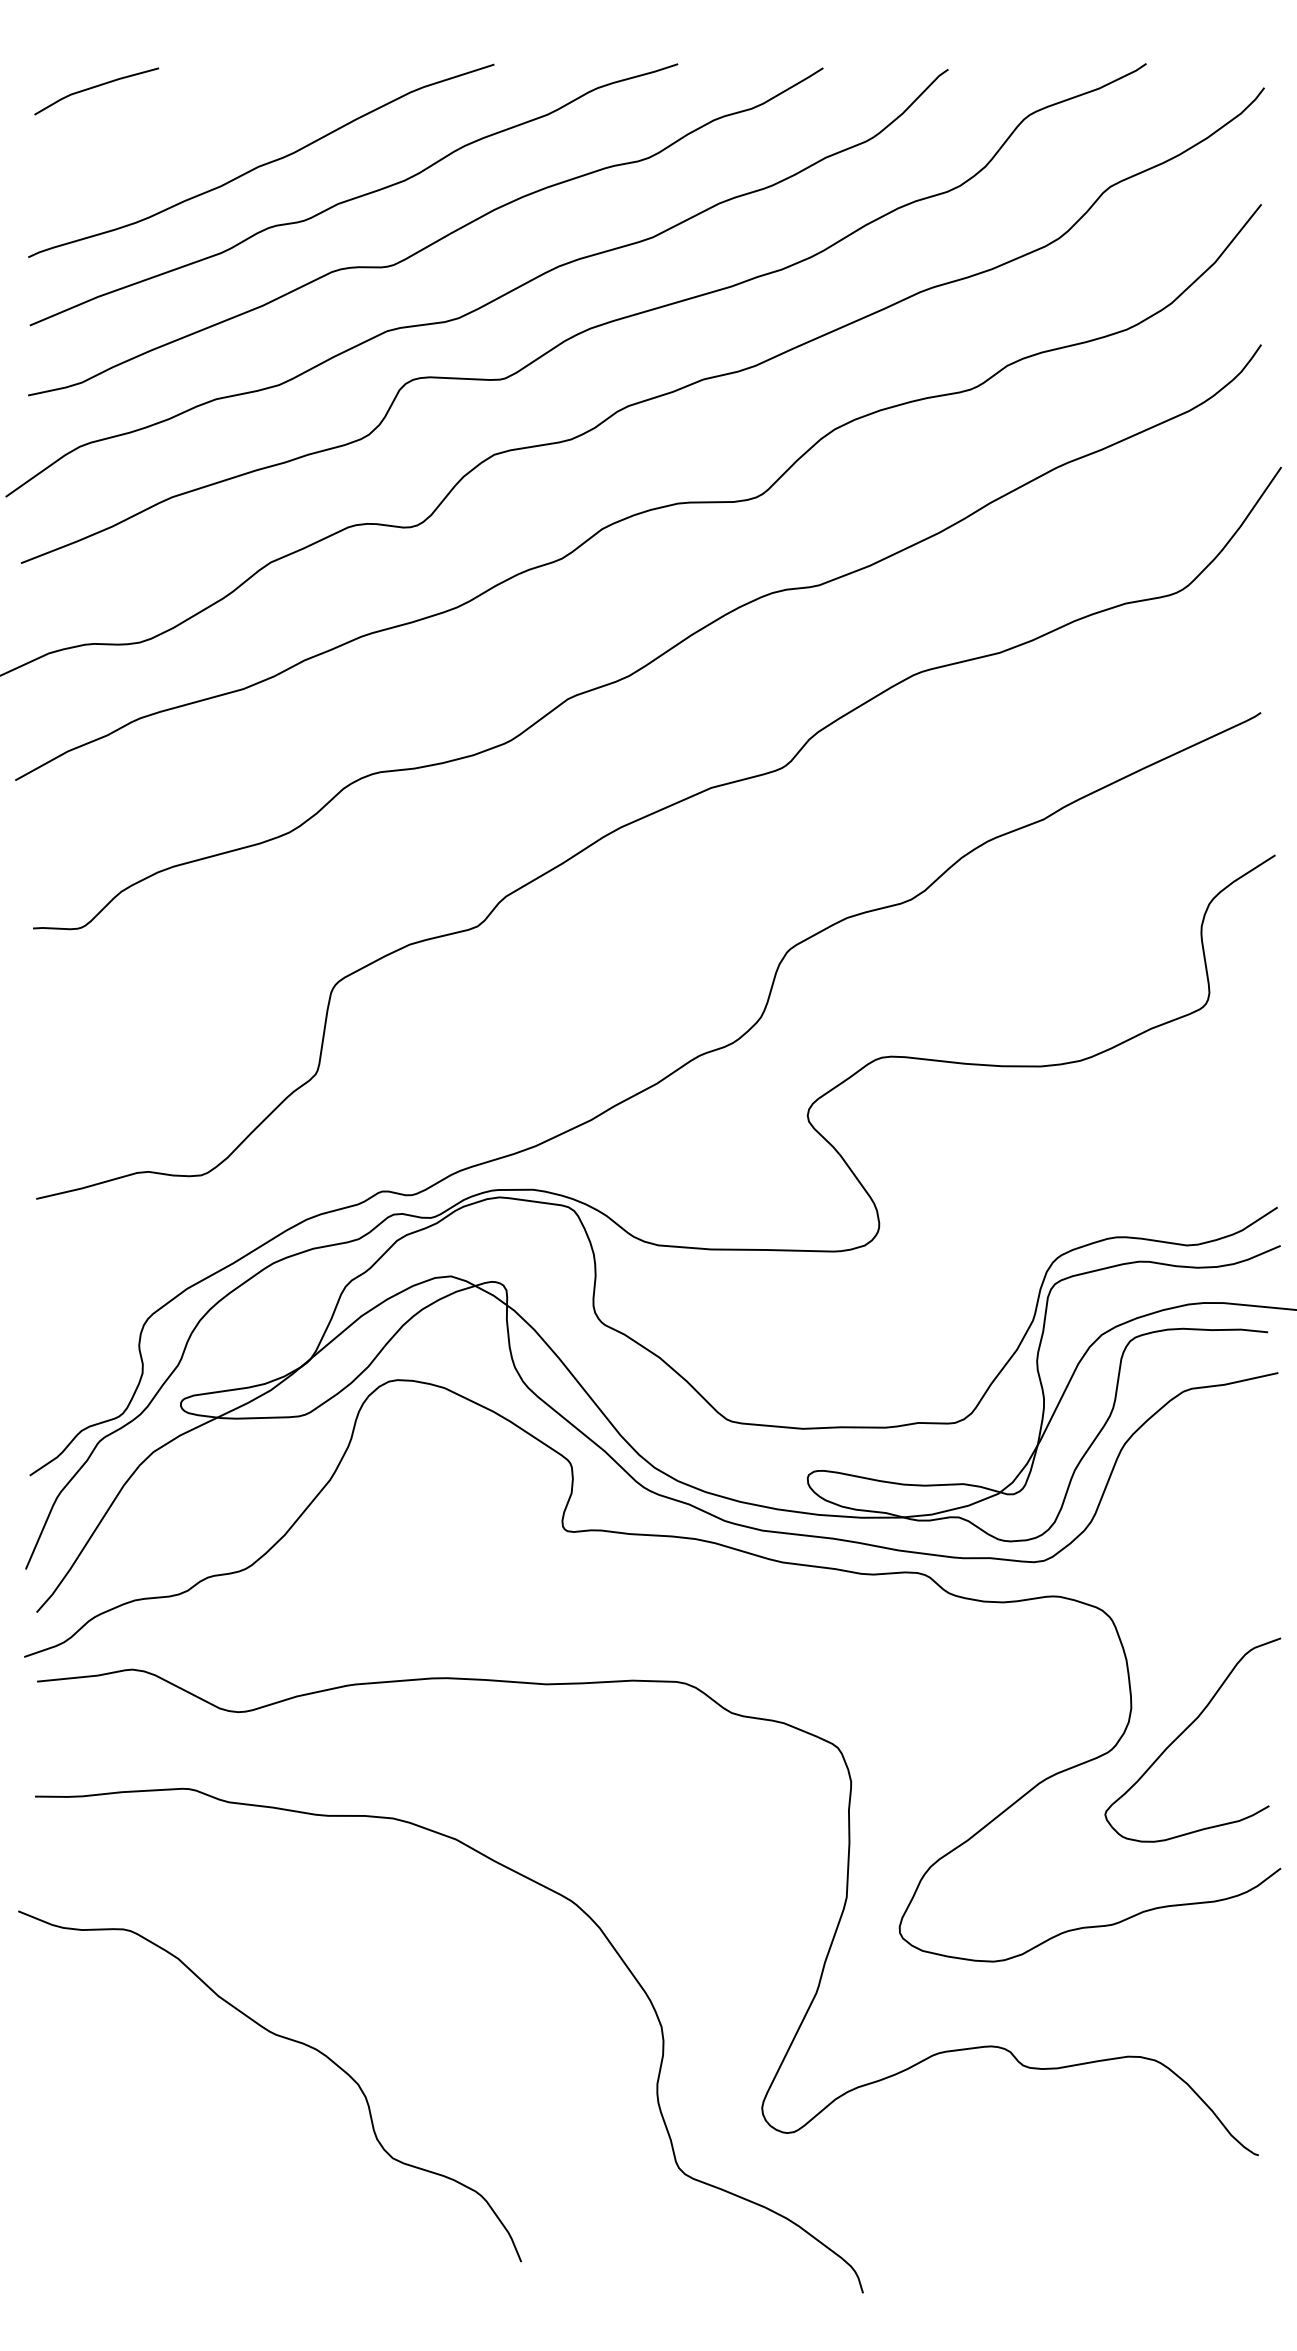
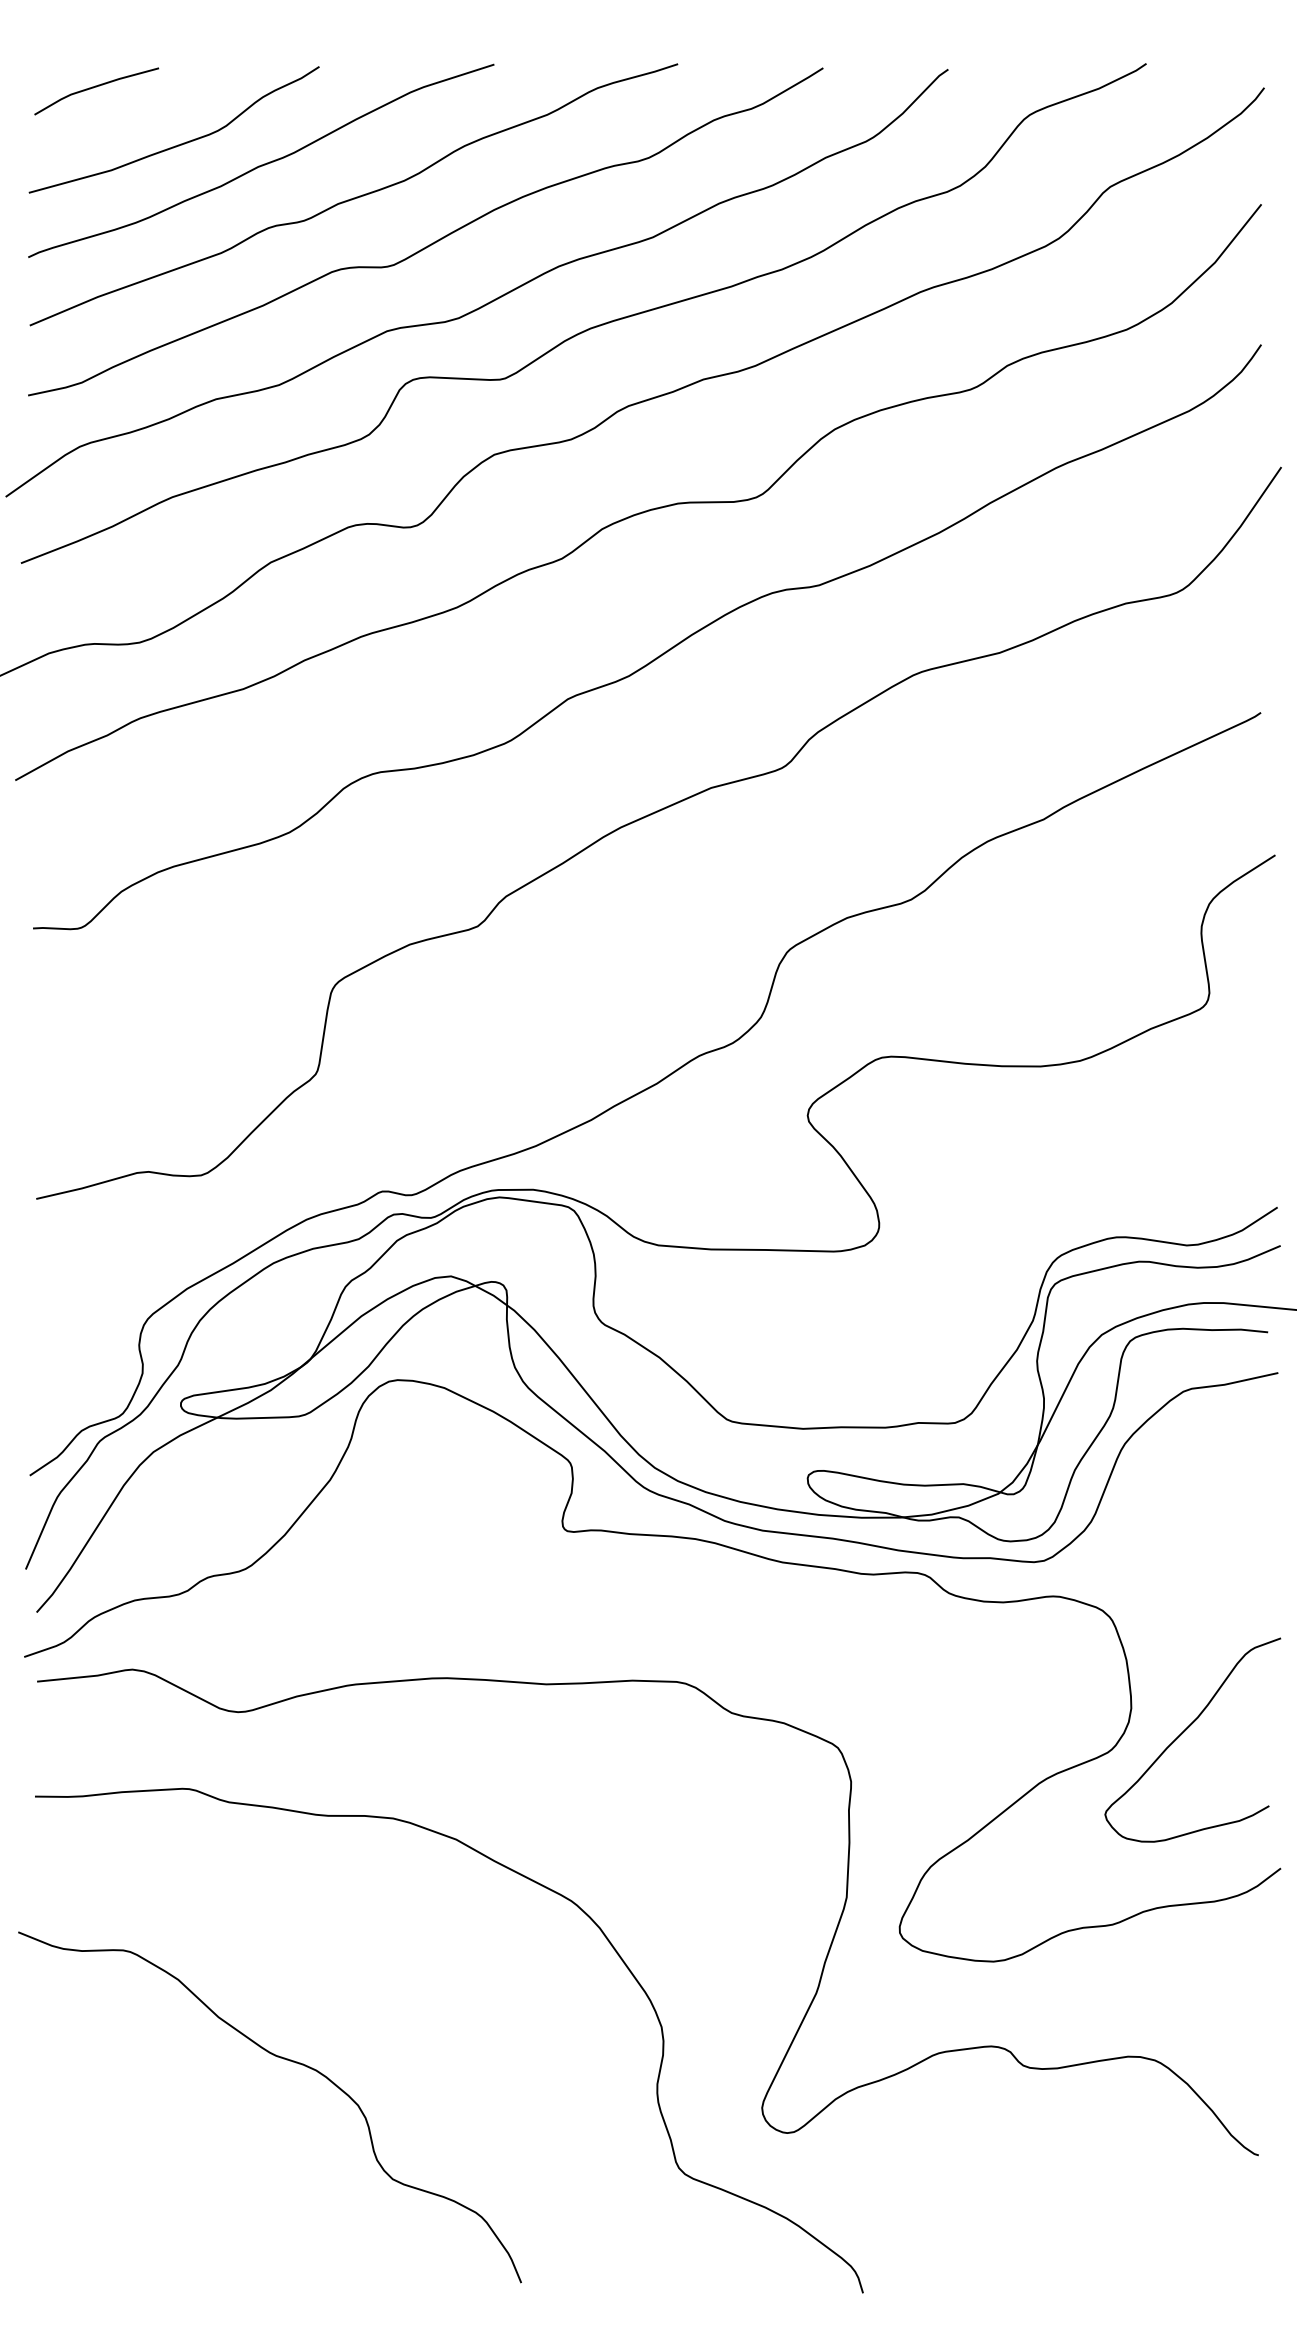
curve at (180, 143): none -> present
curve at (286, 2039) position: (286, 2039) -> (286, 2060)
